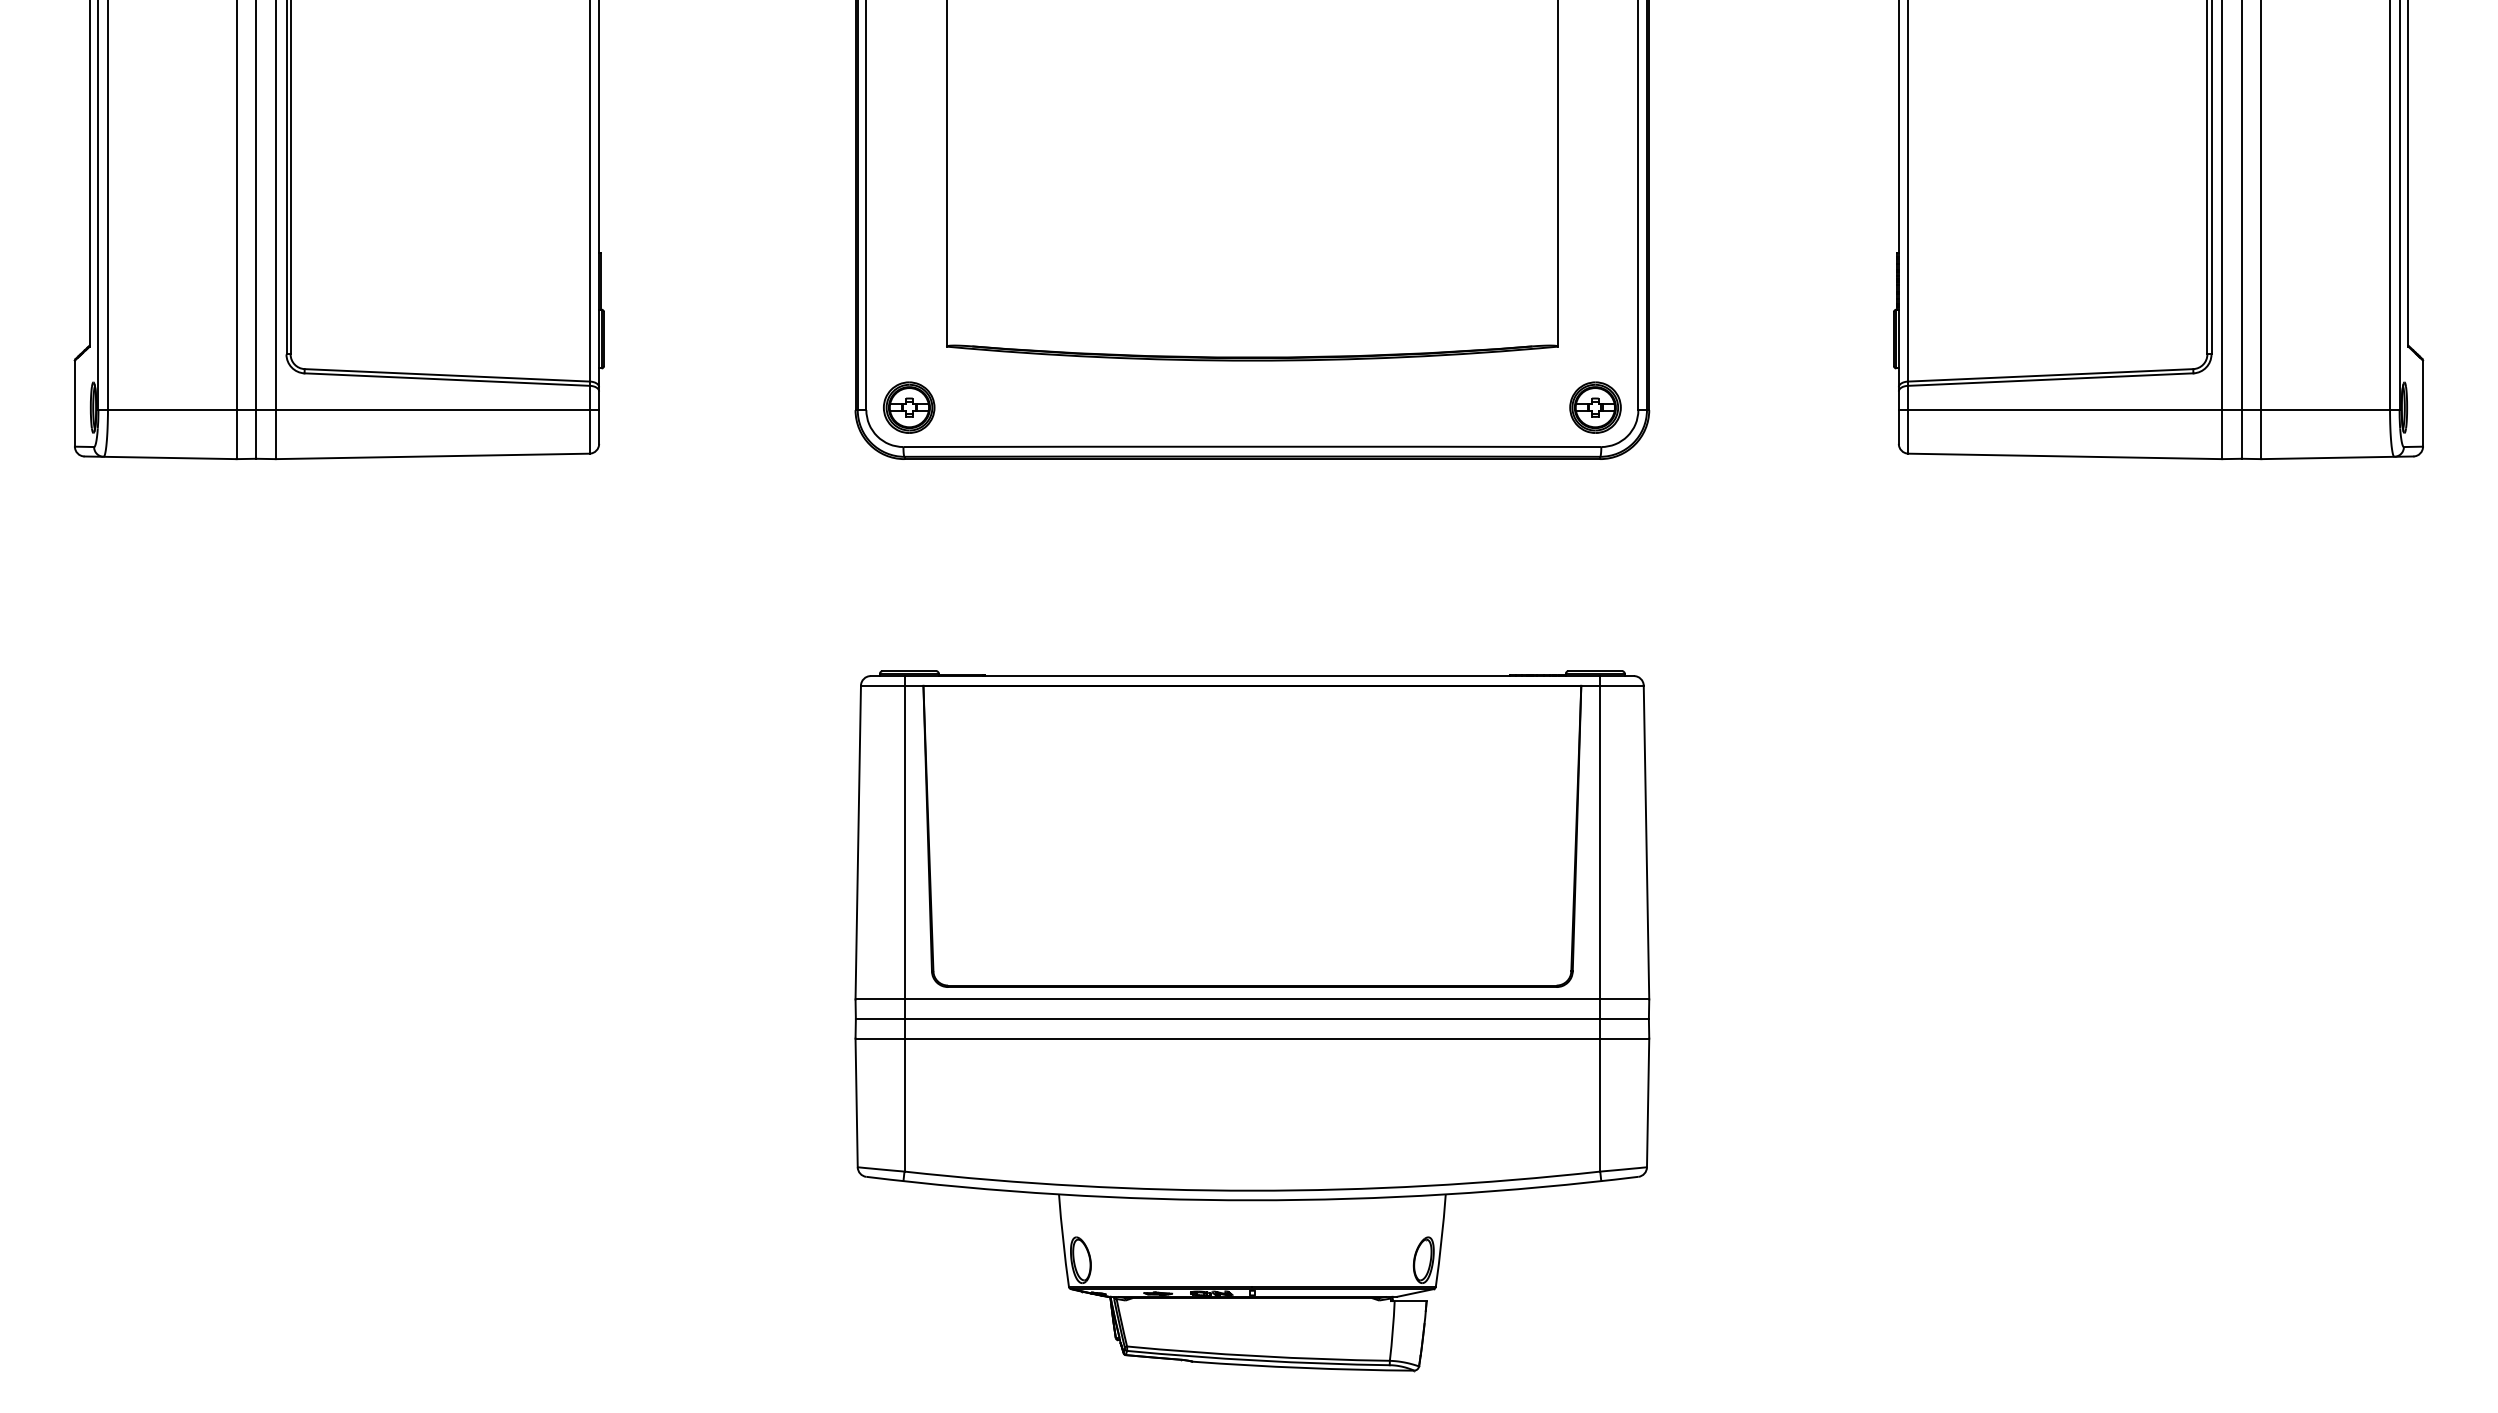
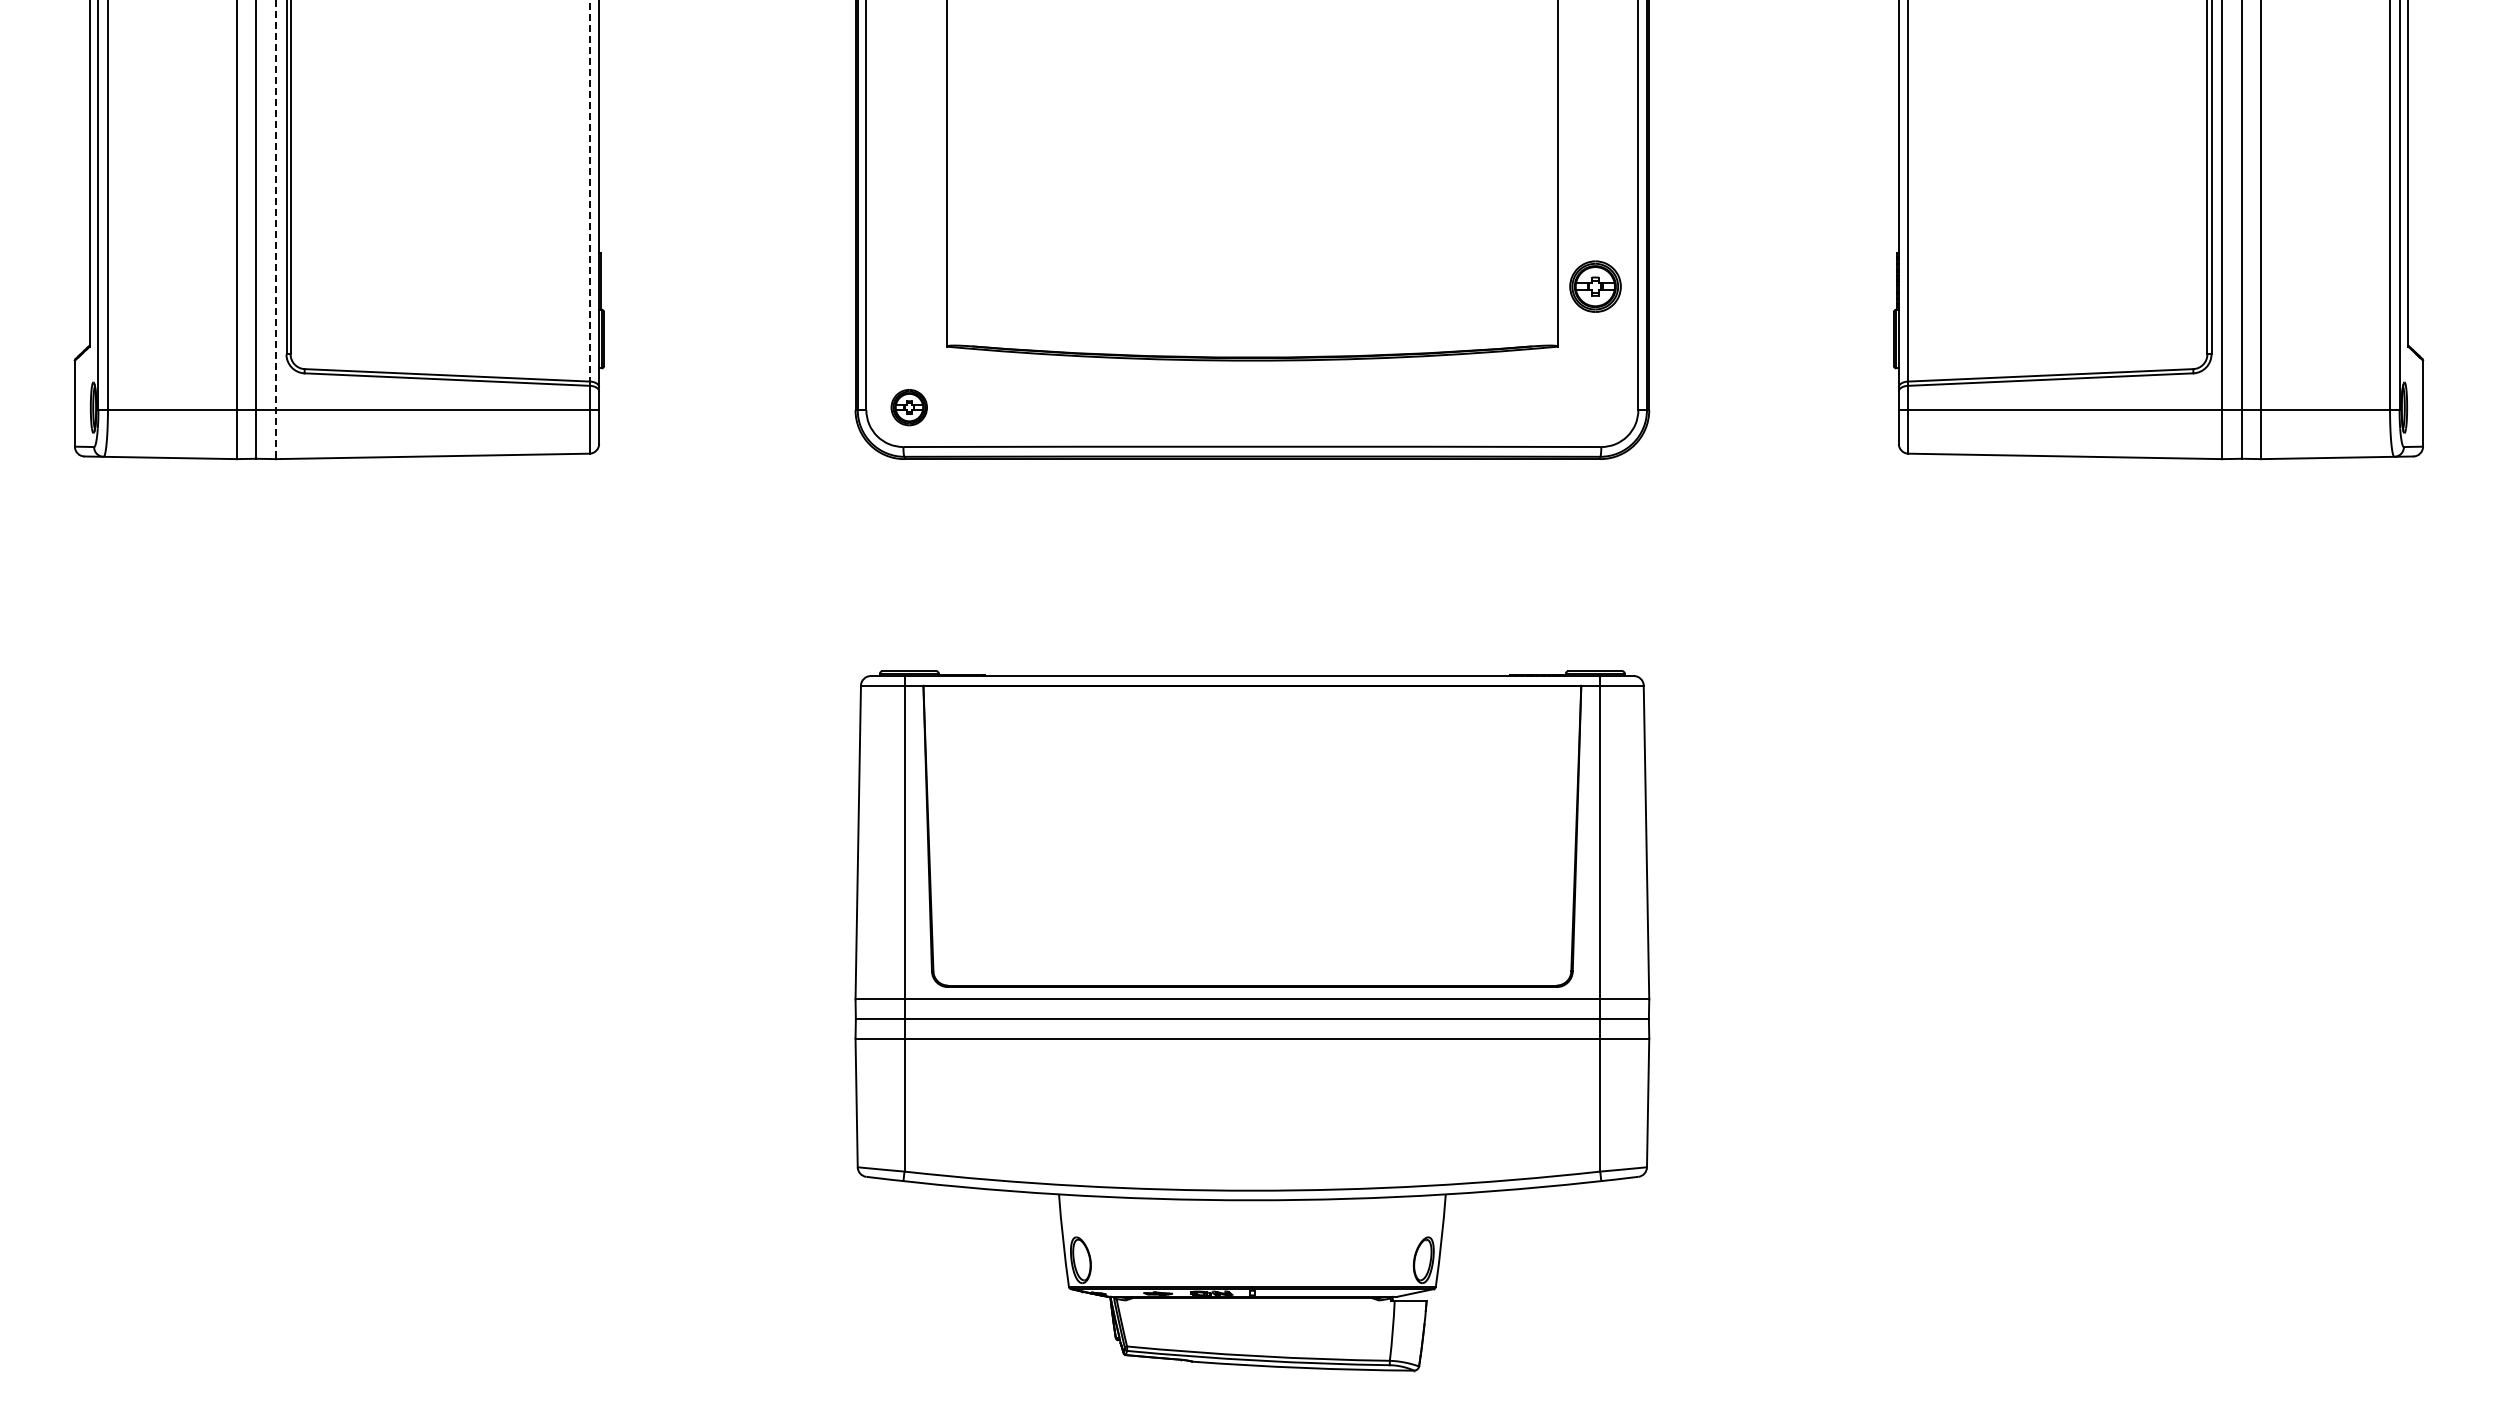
line at (589, 191): solid -> dashed
line at (275, 230): solid -> dashed
part at (909, 407) size: 53x53 px -> 38x38 px
part at (1595, 407) position: (1595, 407) -> (1595, 286)
